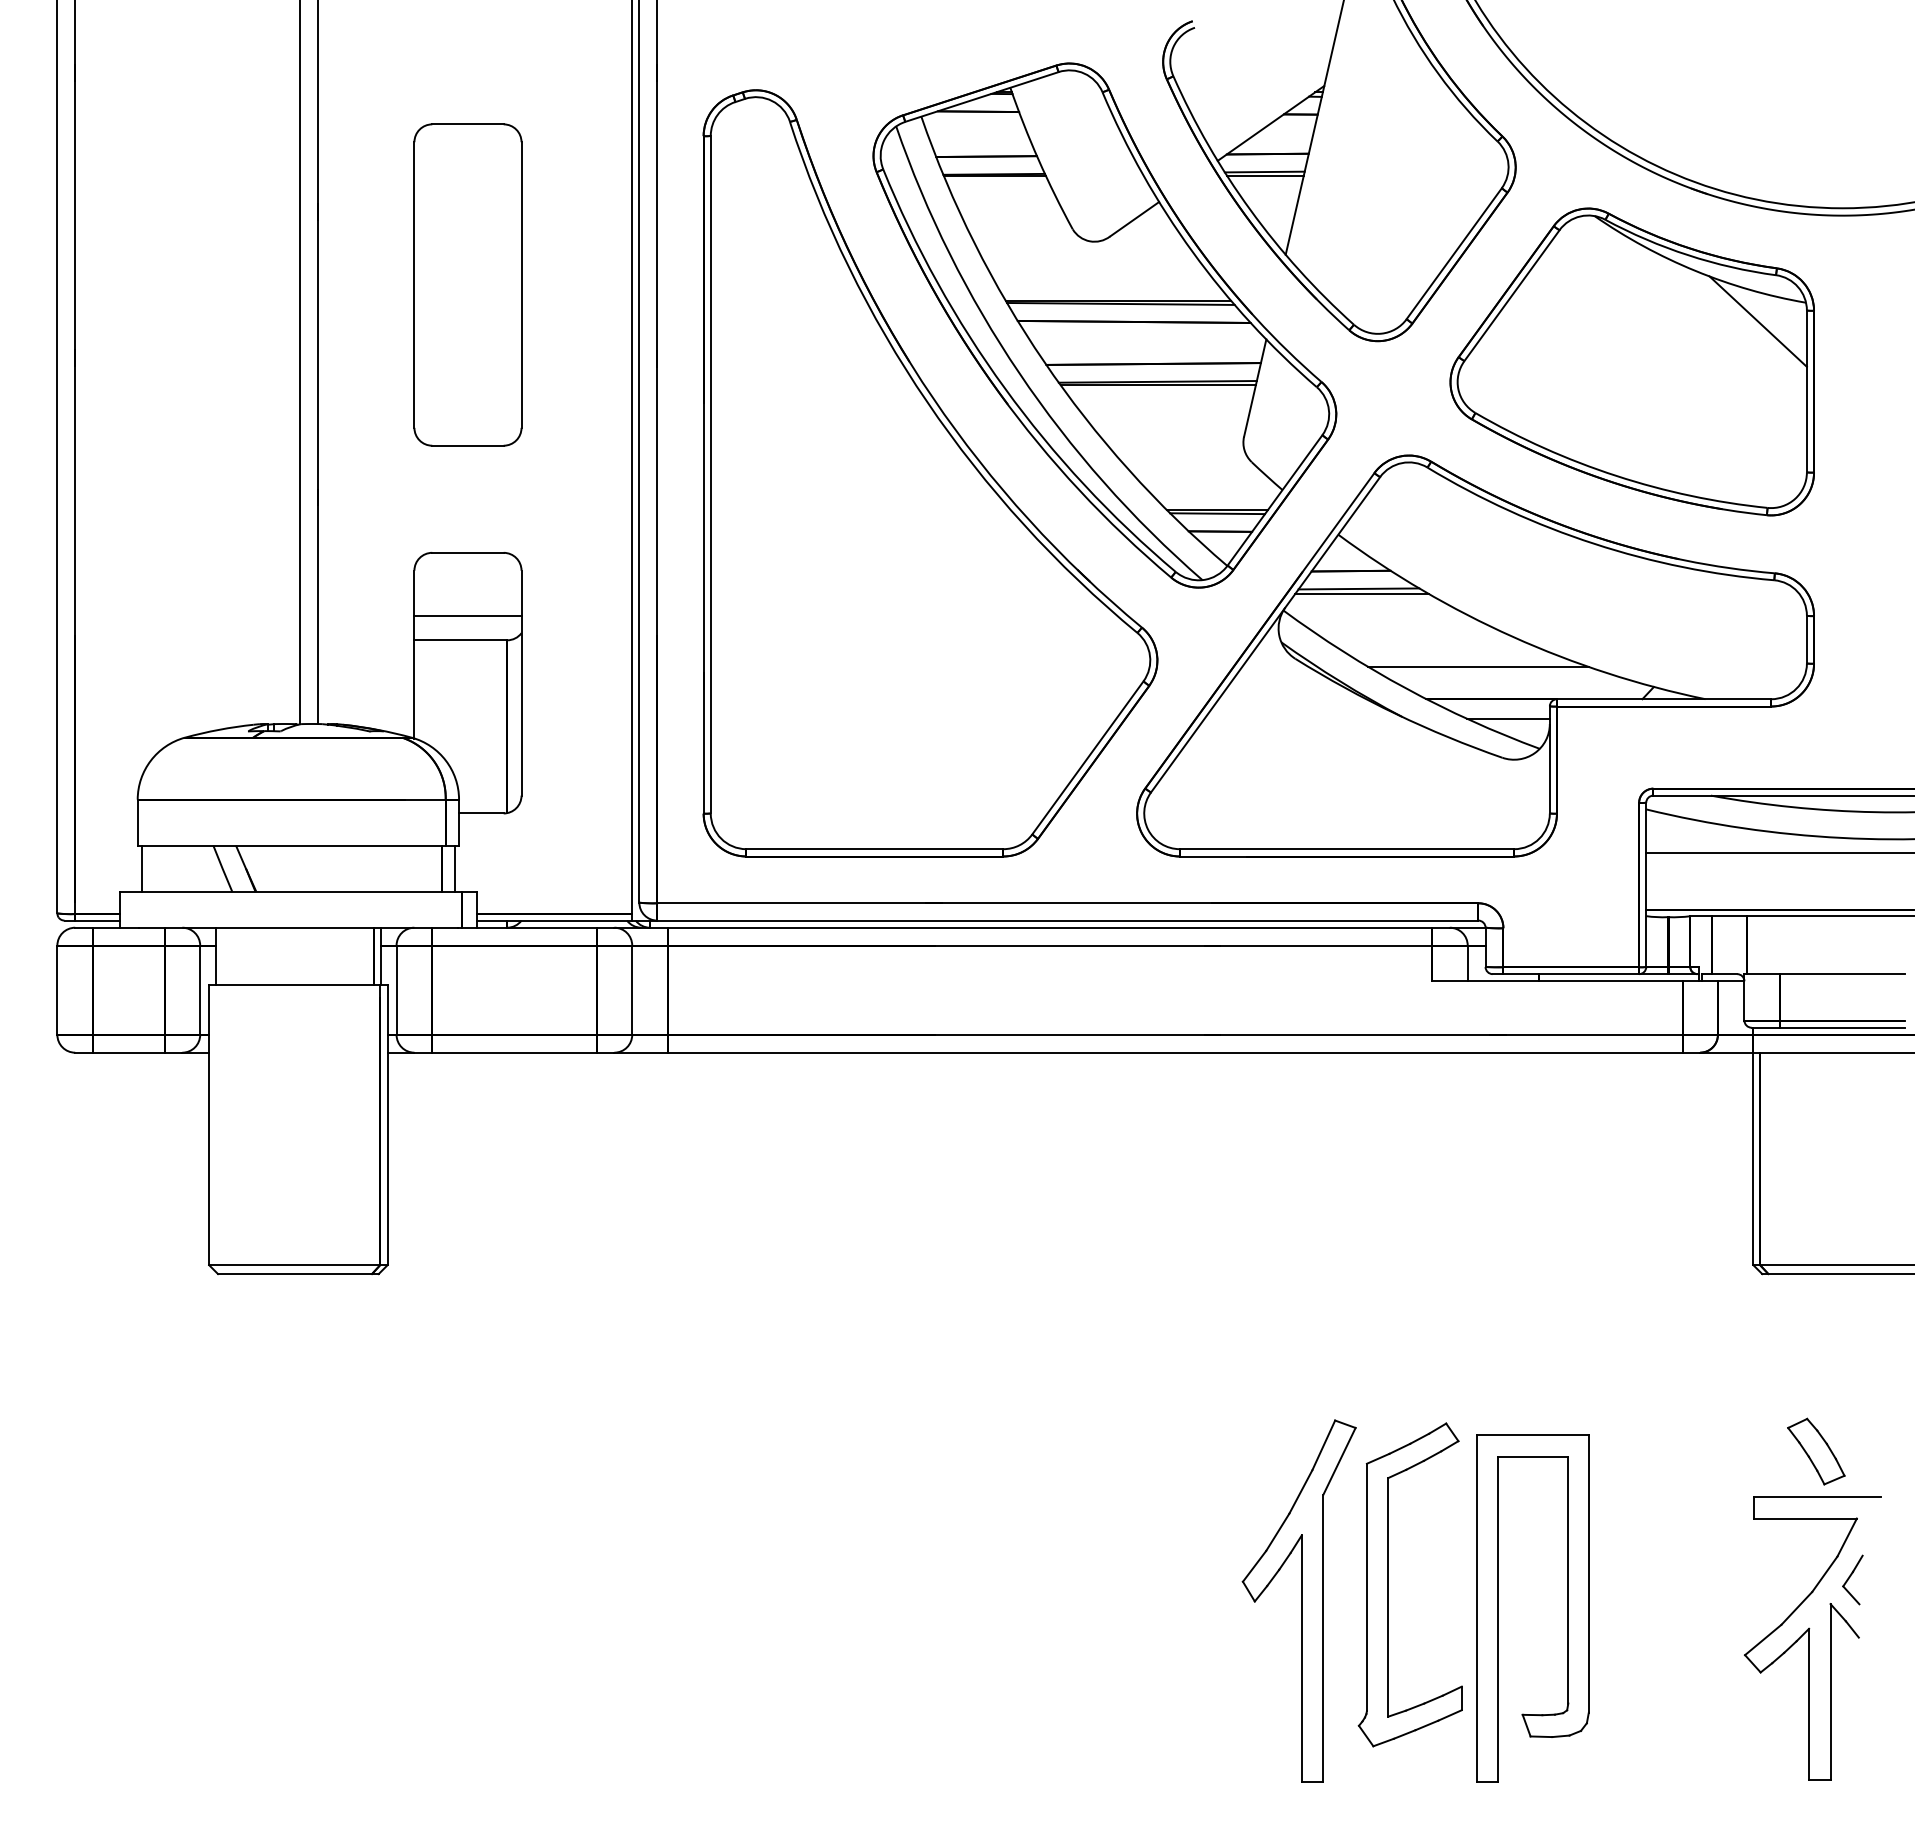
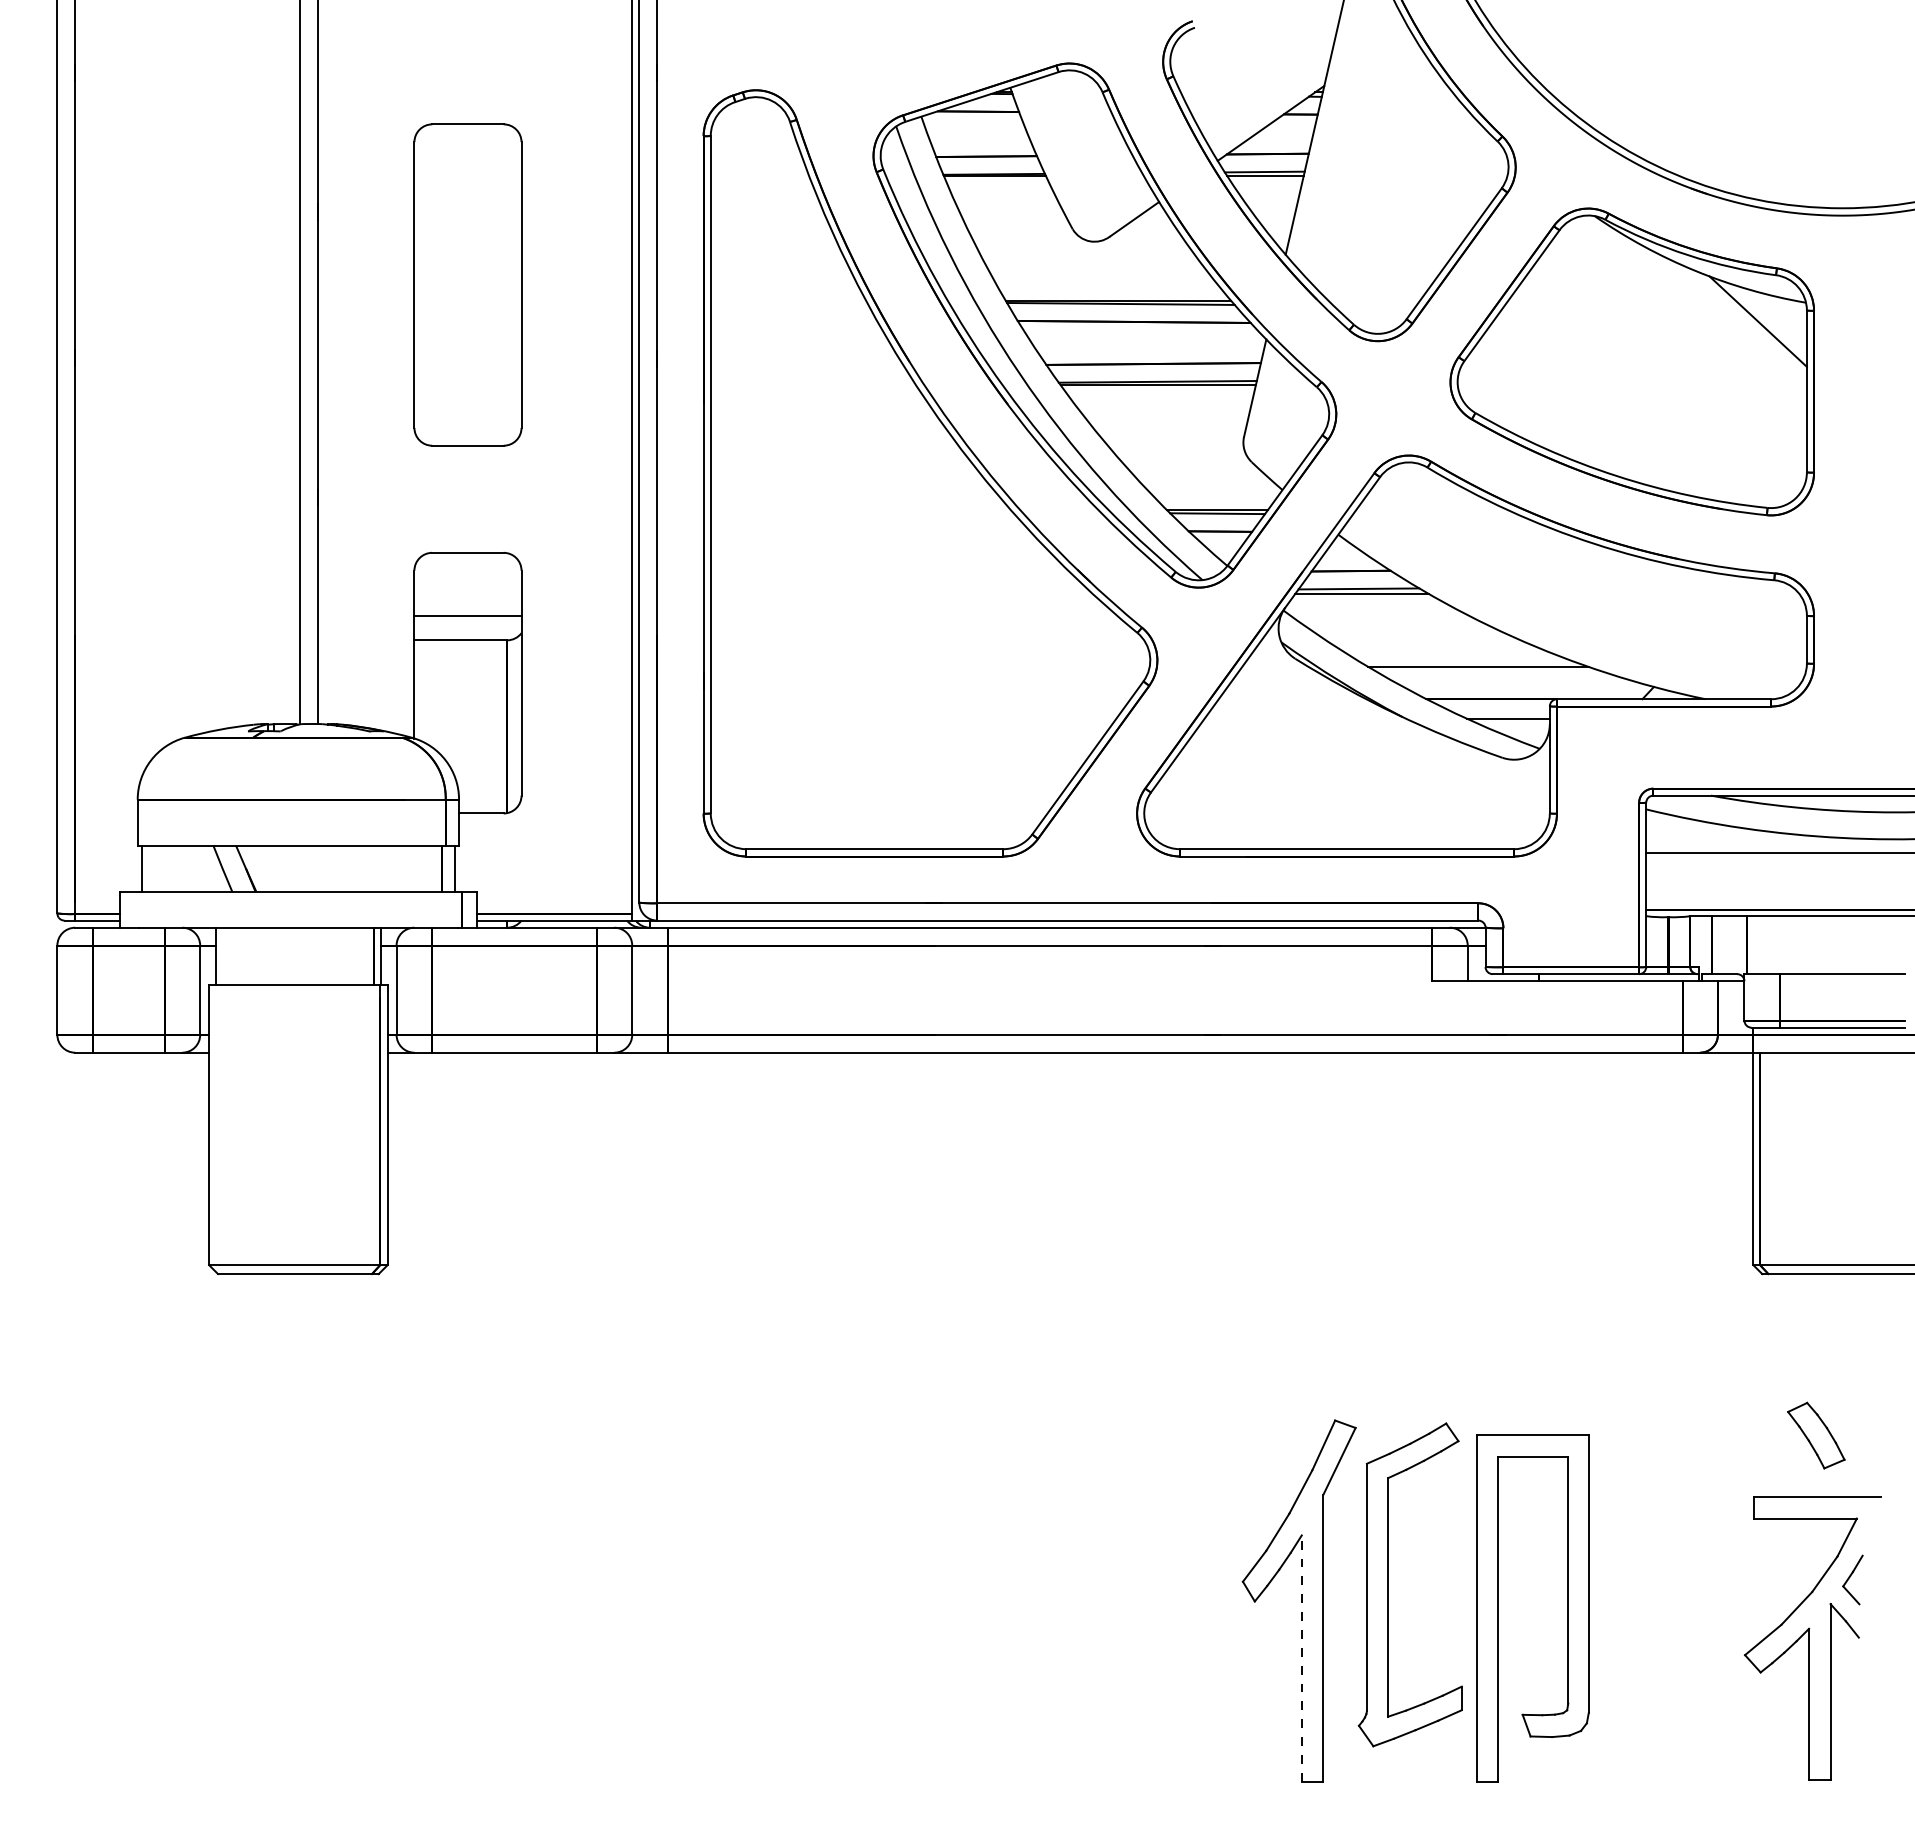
part at (1816, 1451) position: (1816, 1451) -> (1816, 1435)
line at (1301, 1658): solid -> dashed
